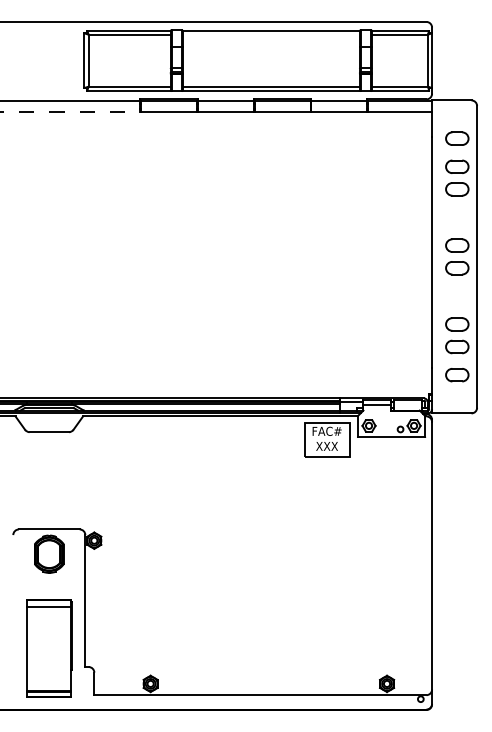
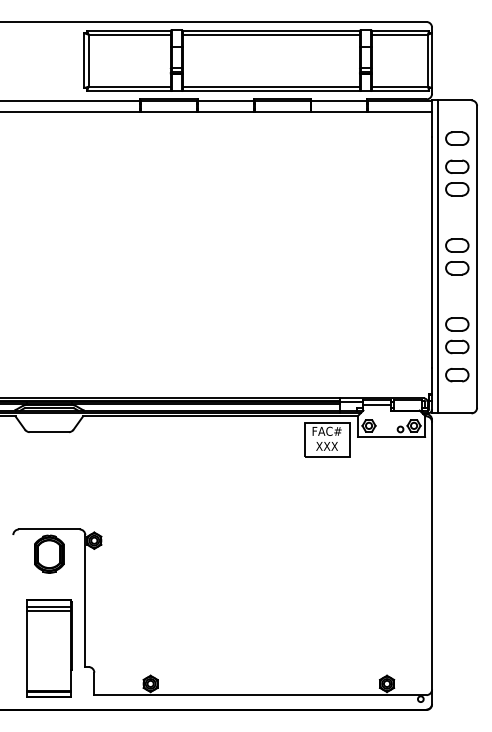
line at (270, 34): none -> present
line at (70, 112): dashed -> solid
line at (437, 256): none -> present
line at (48, 610): none -> present
